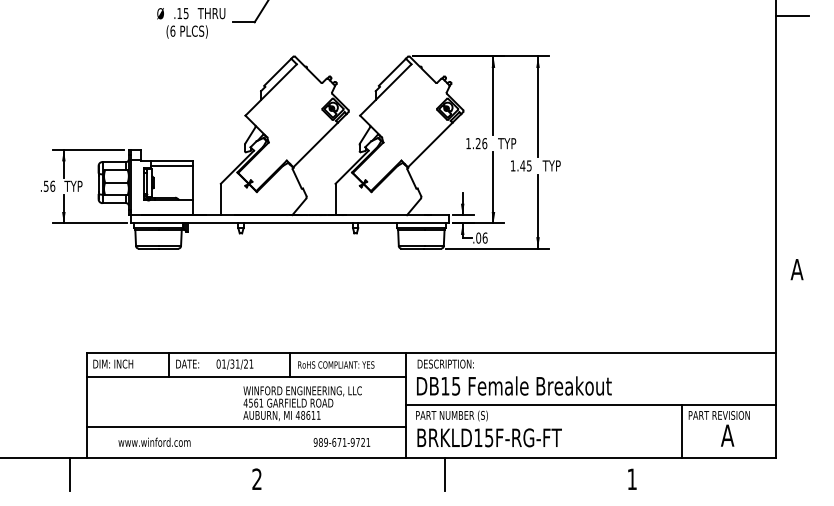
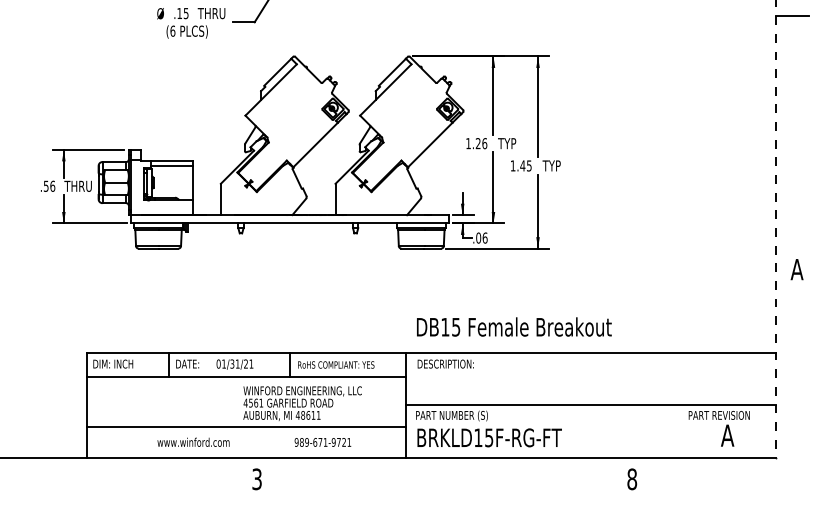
text at (80, 185): TYP -> THRU
line at (775, 229): solid -> dashed
text at (514, 385) position: (514, 385) -> (514, 326)
line at (682, 431): present -> none
text at (154, 441) position: (154, 441) -> (193, 441)
text at (341, 442) position: (341, 442) -> (322, 442)
line at (69, 473): present -> none
line at (444, 473): present -> none
text at (256, 479): 2 -> 3
text at (632, 479): 1 -> 8
